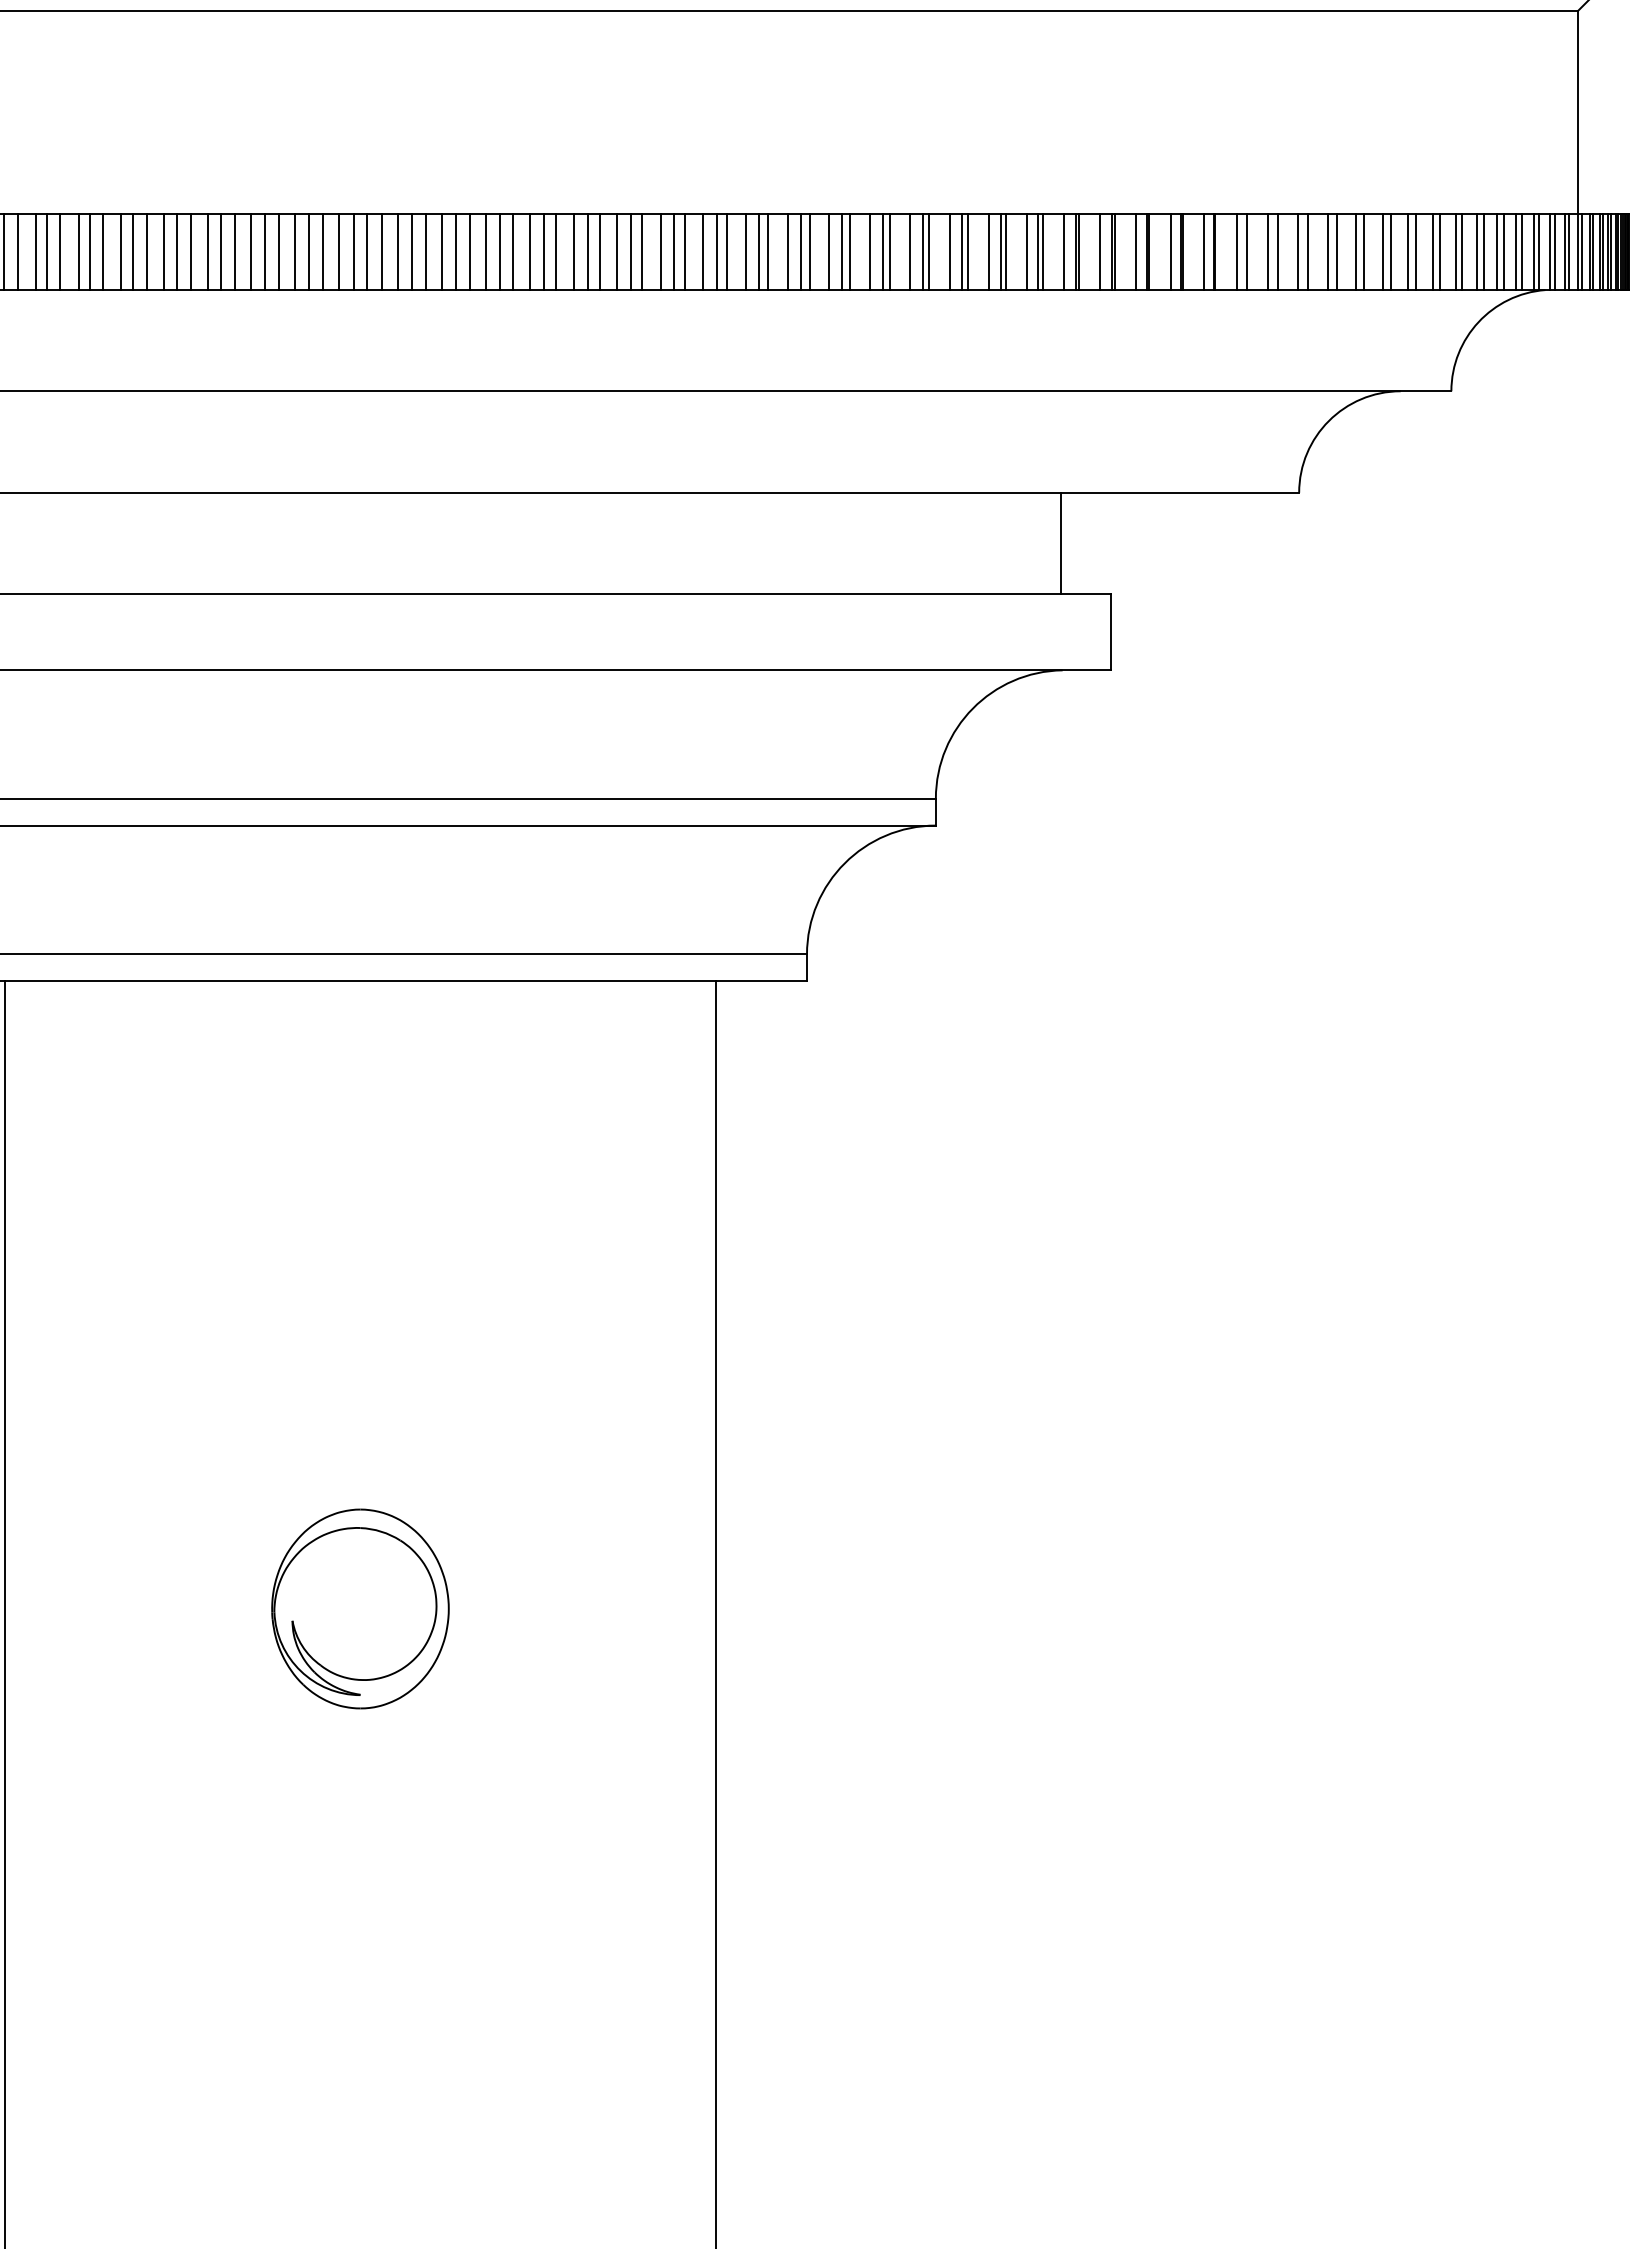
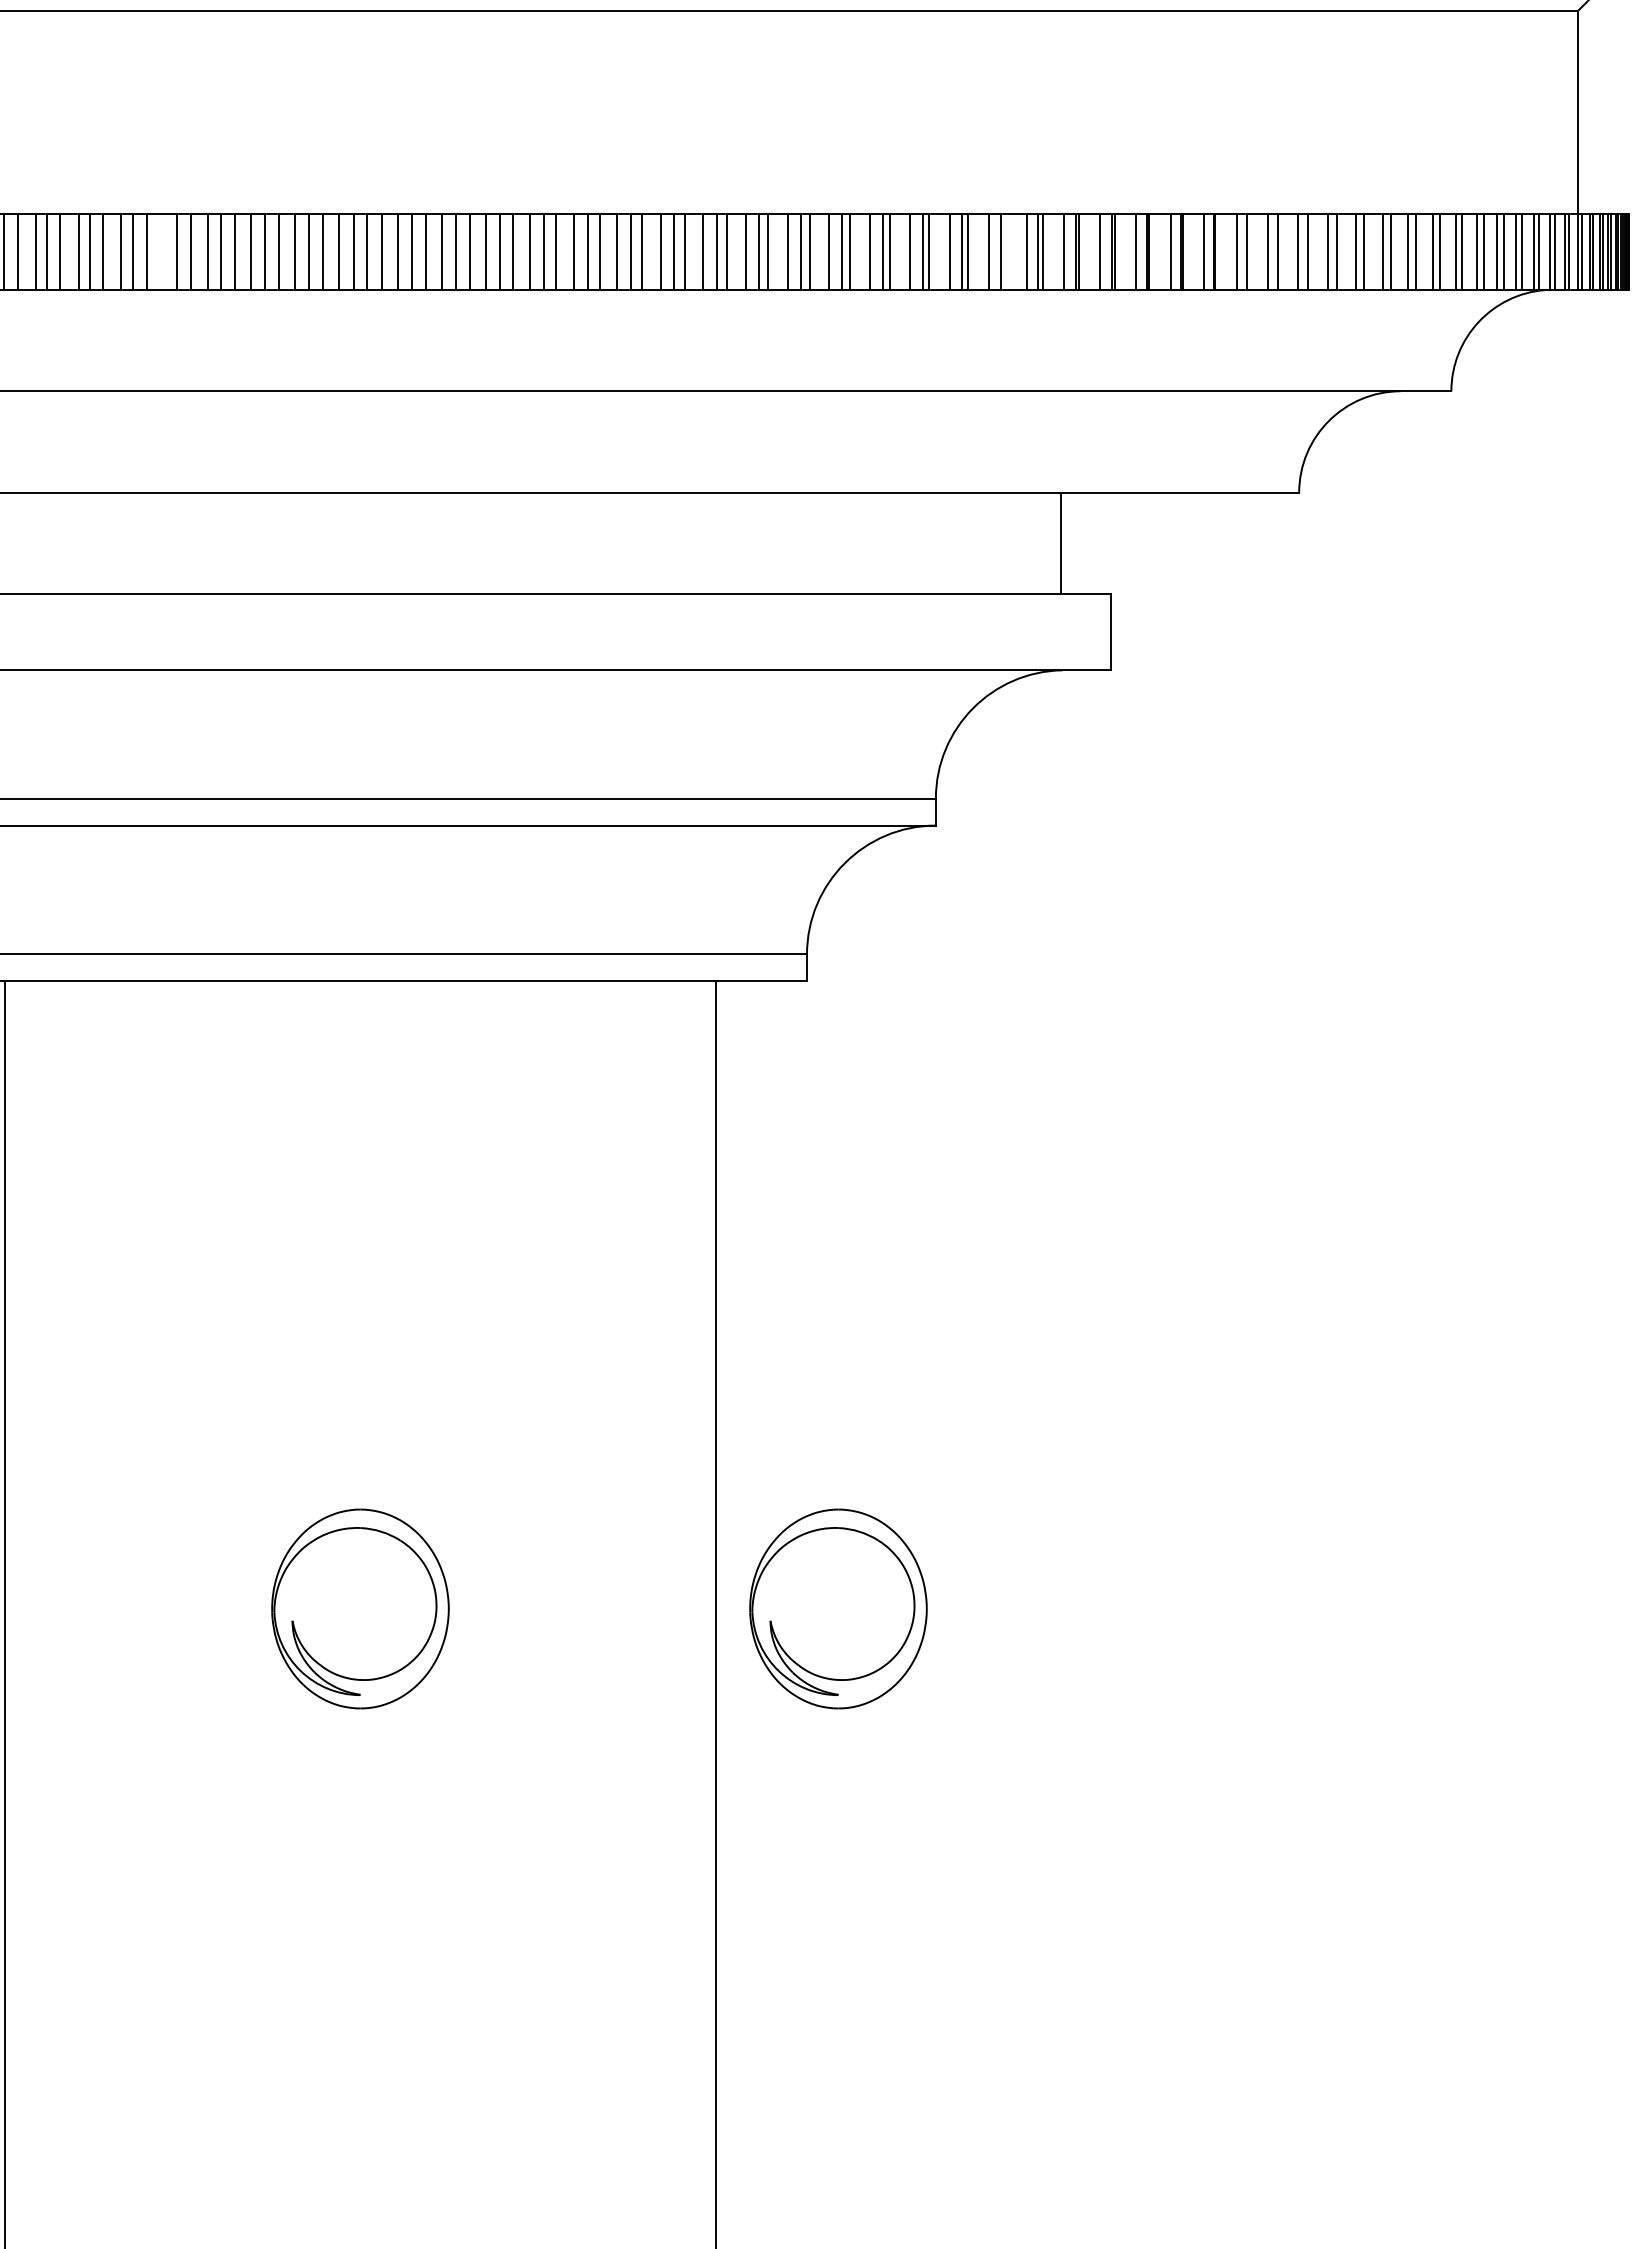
line at (164, 251): present -> none
line at (1005, 251): present -> none
part at (838, 1608): none -> present
